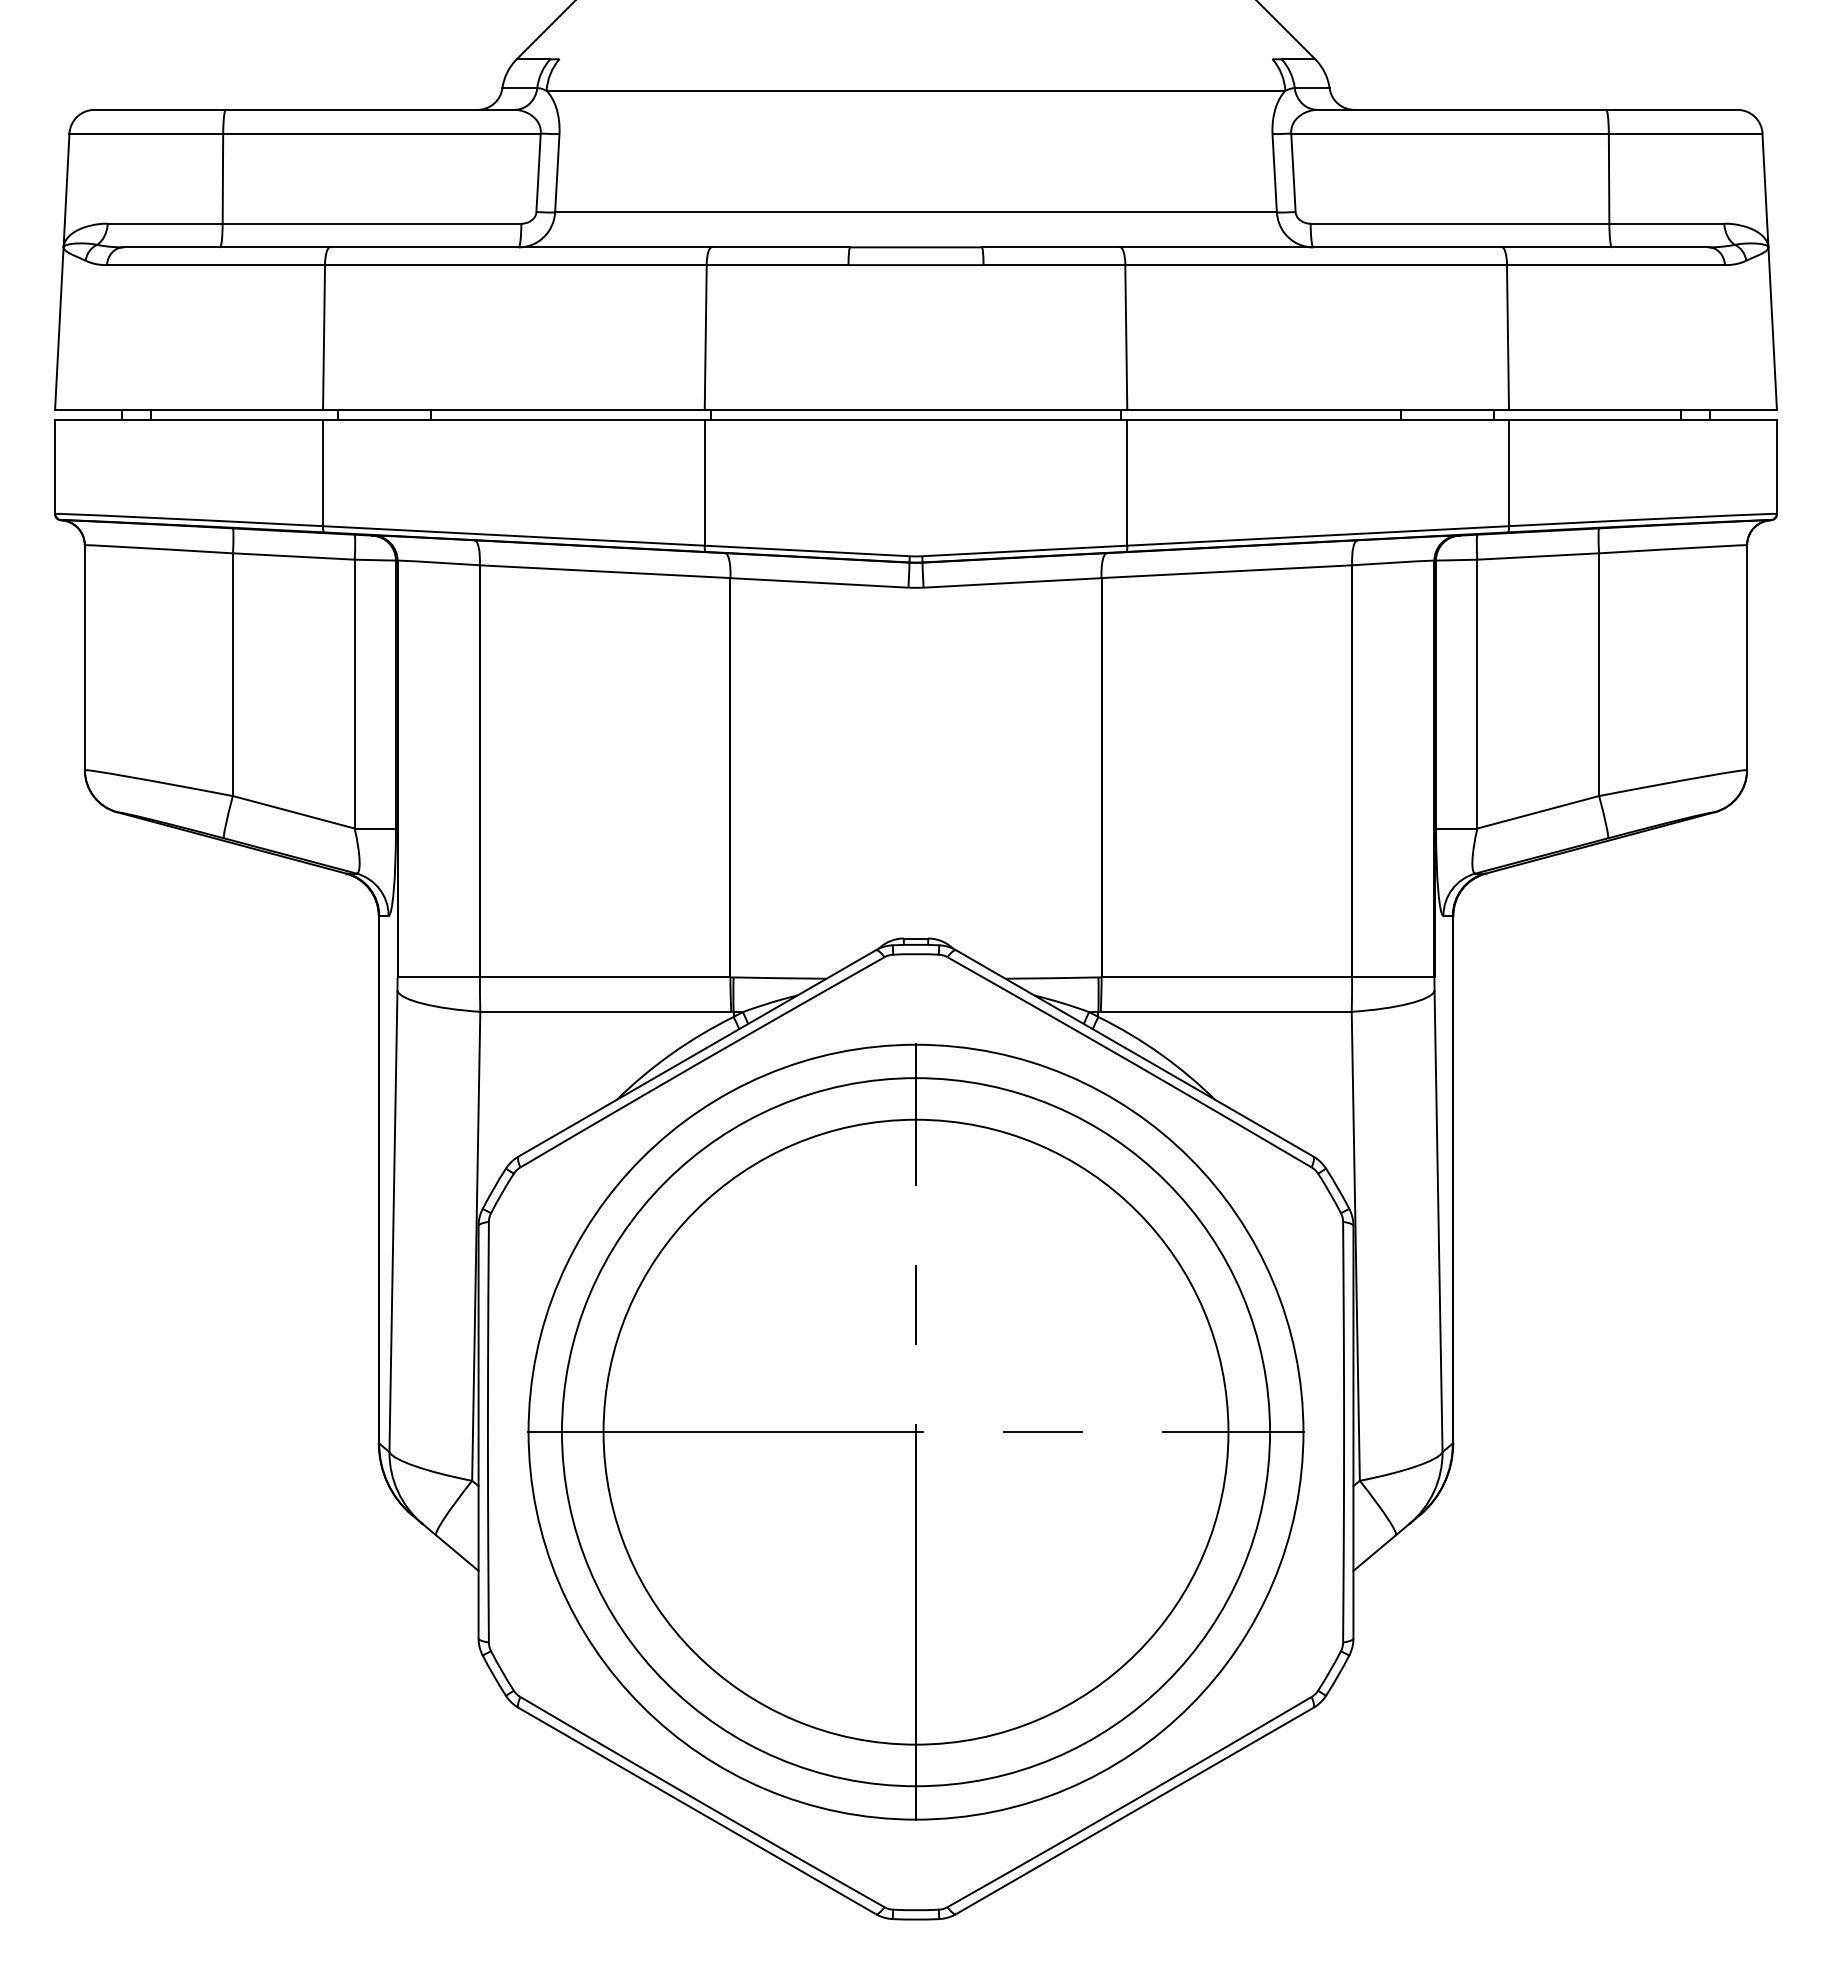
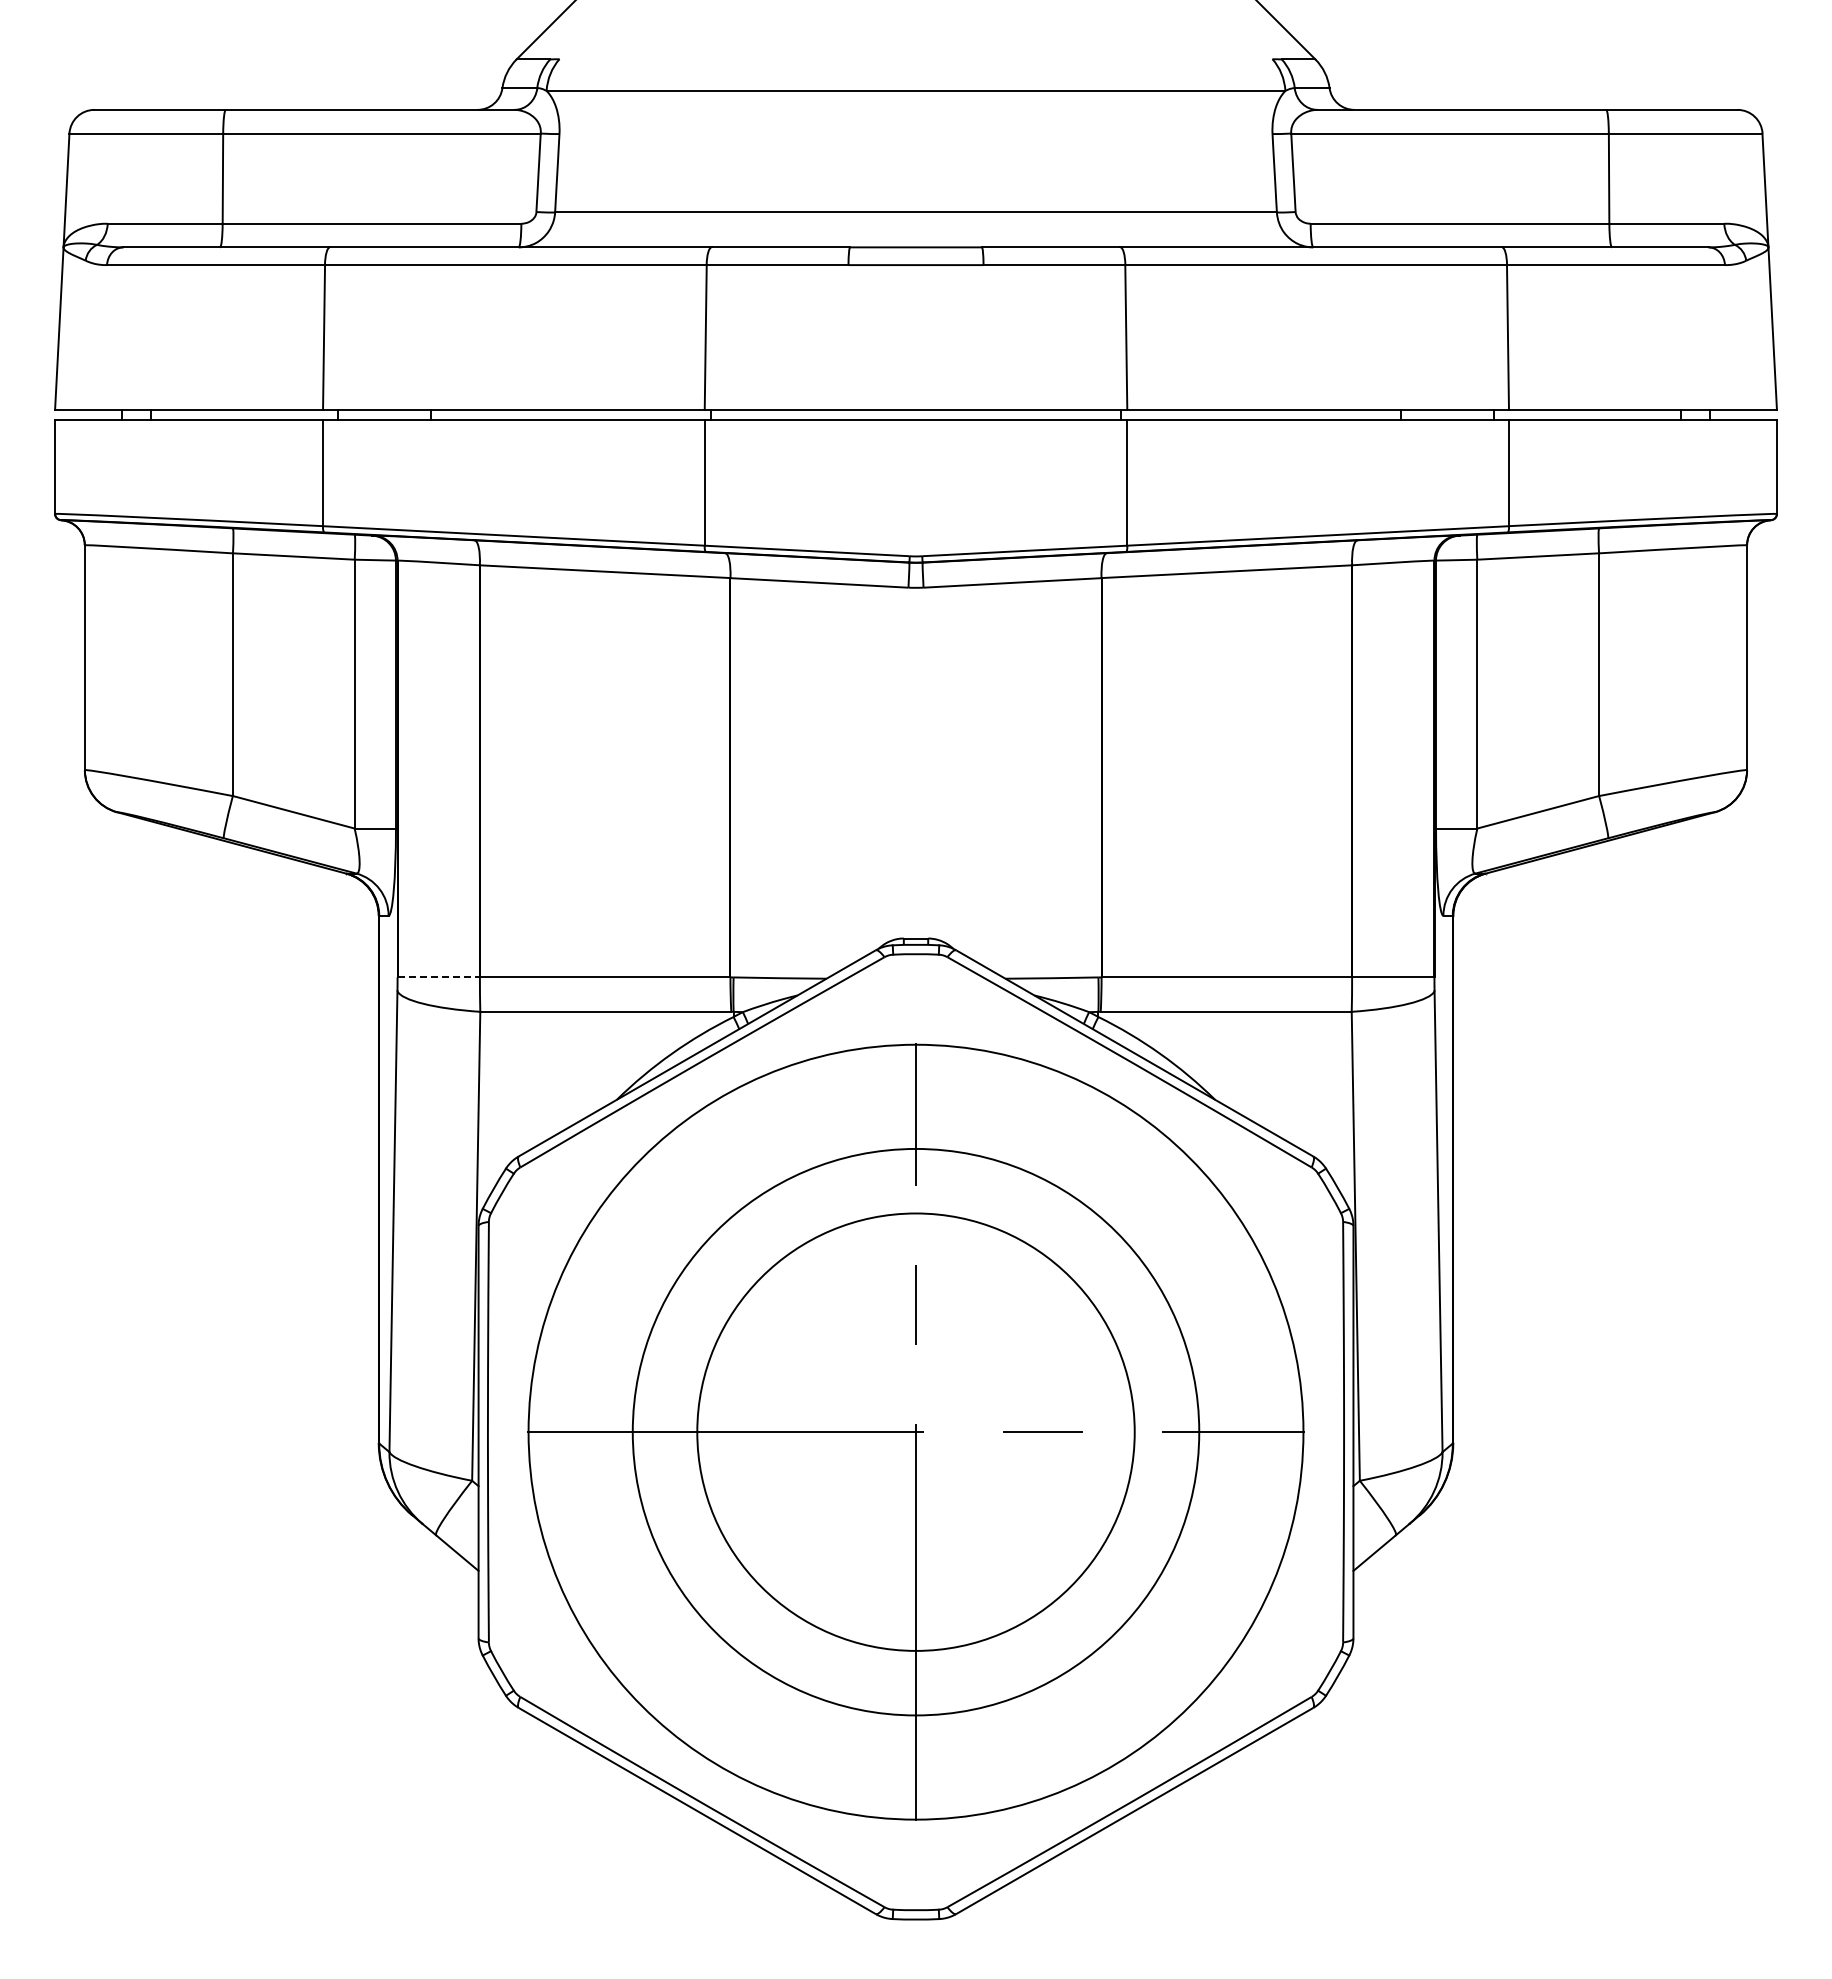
line at (439, 977): solid -> dashed
circle at (915, 1431) diameter: 625 px -> 437 px
circle at (915, 1432) diameter: 708 px -> 566 px
